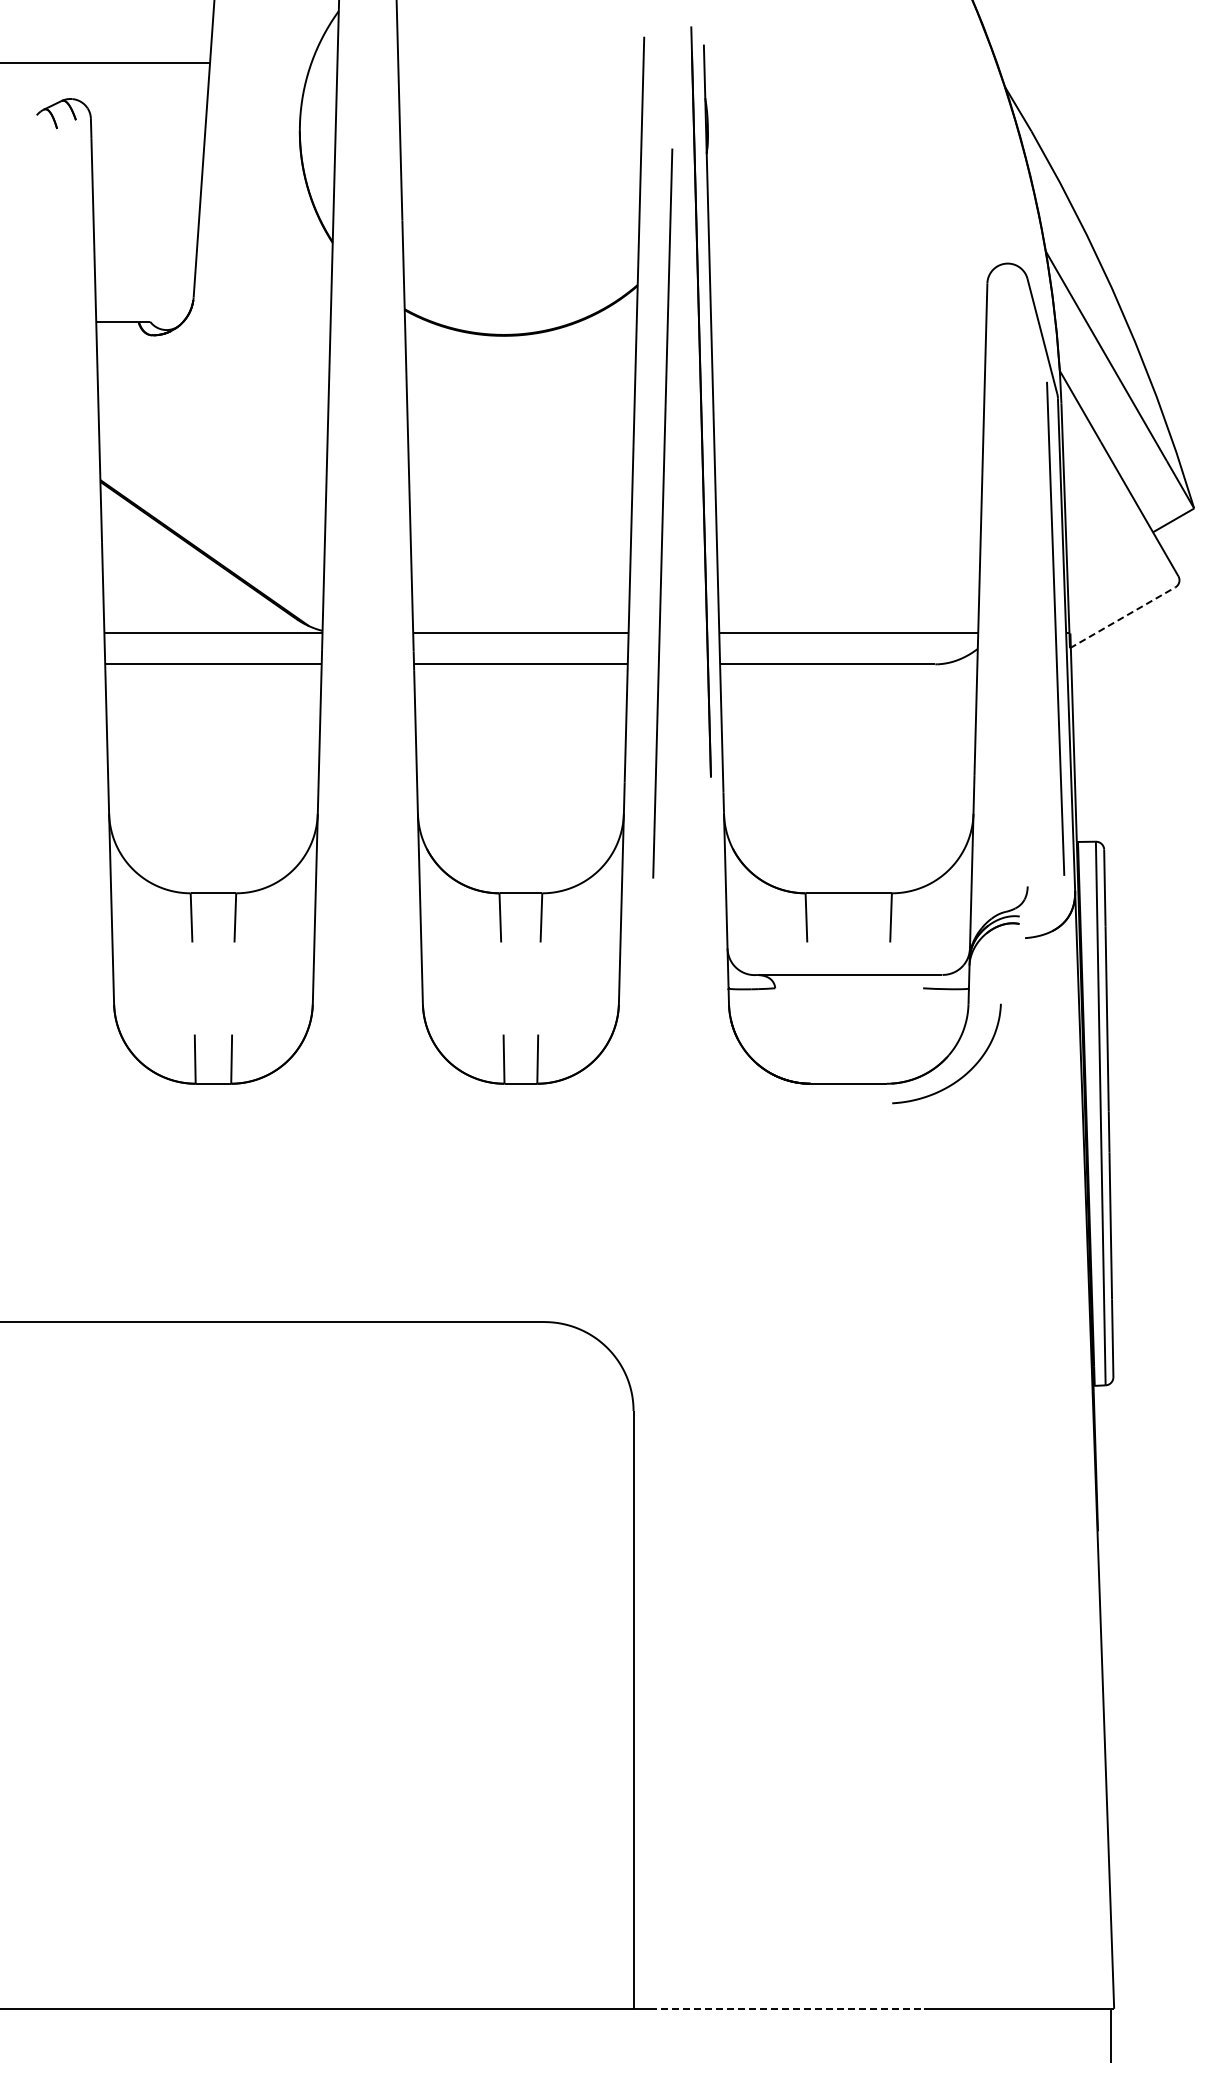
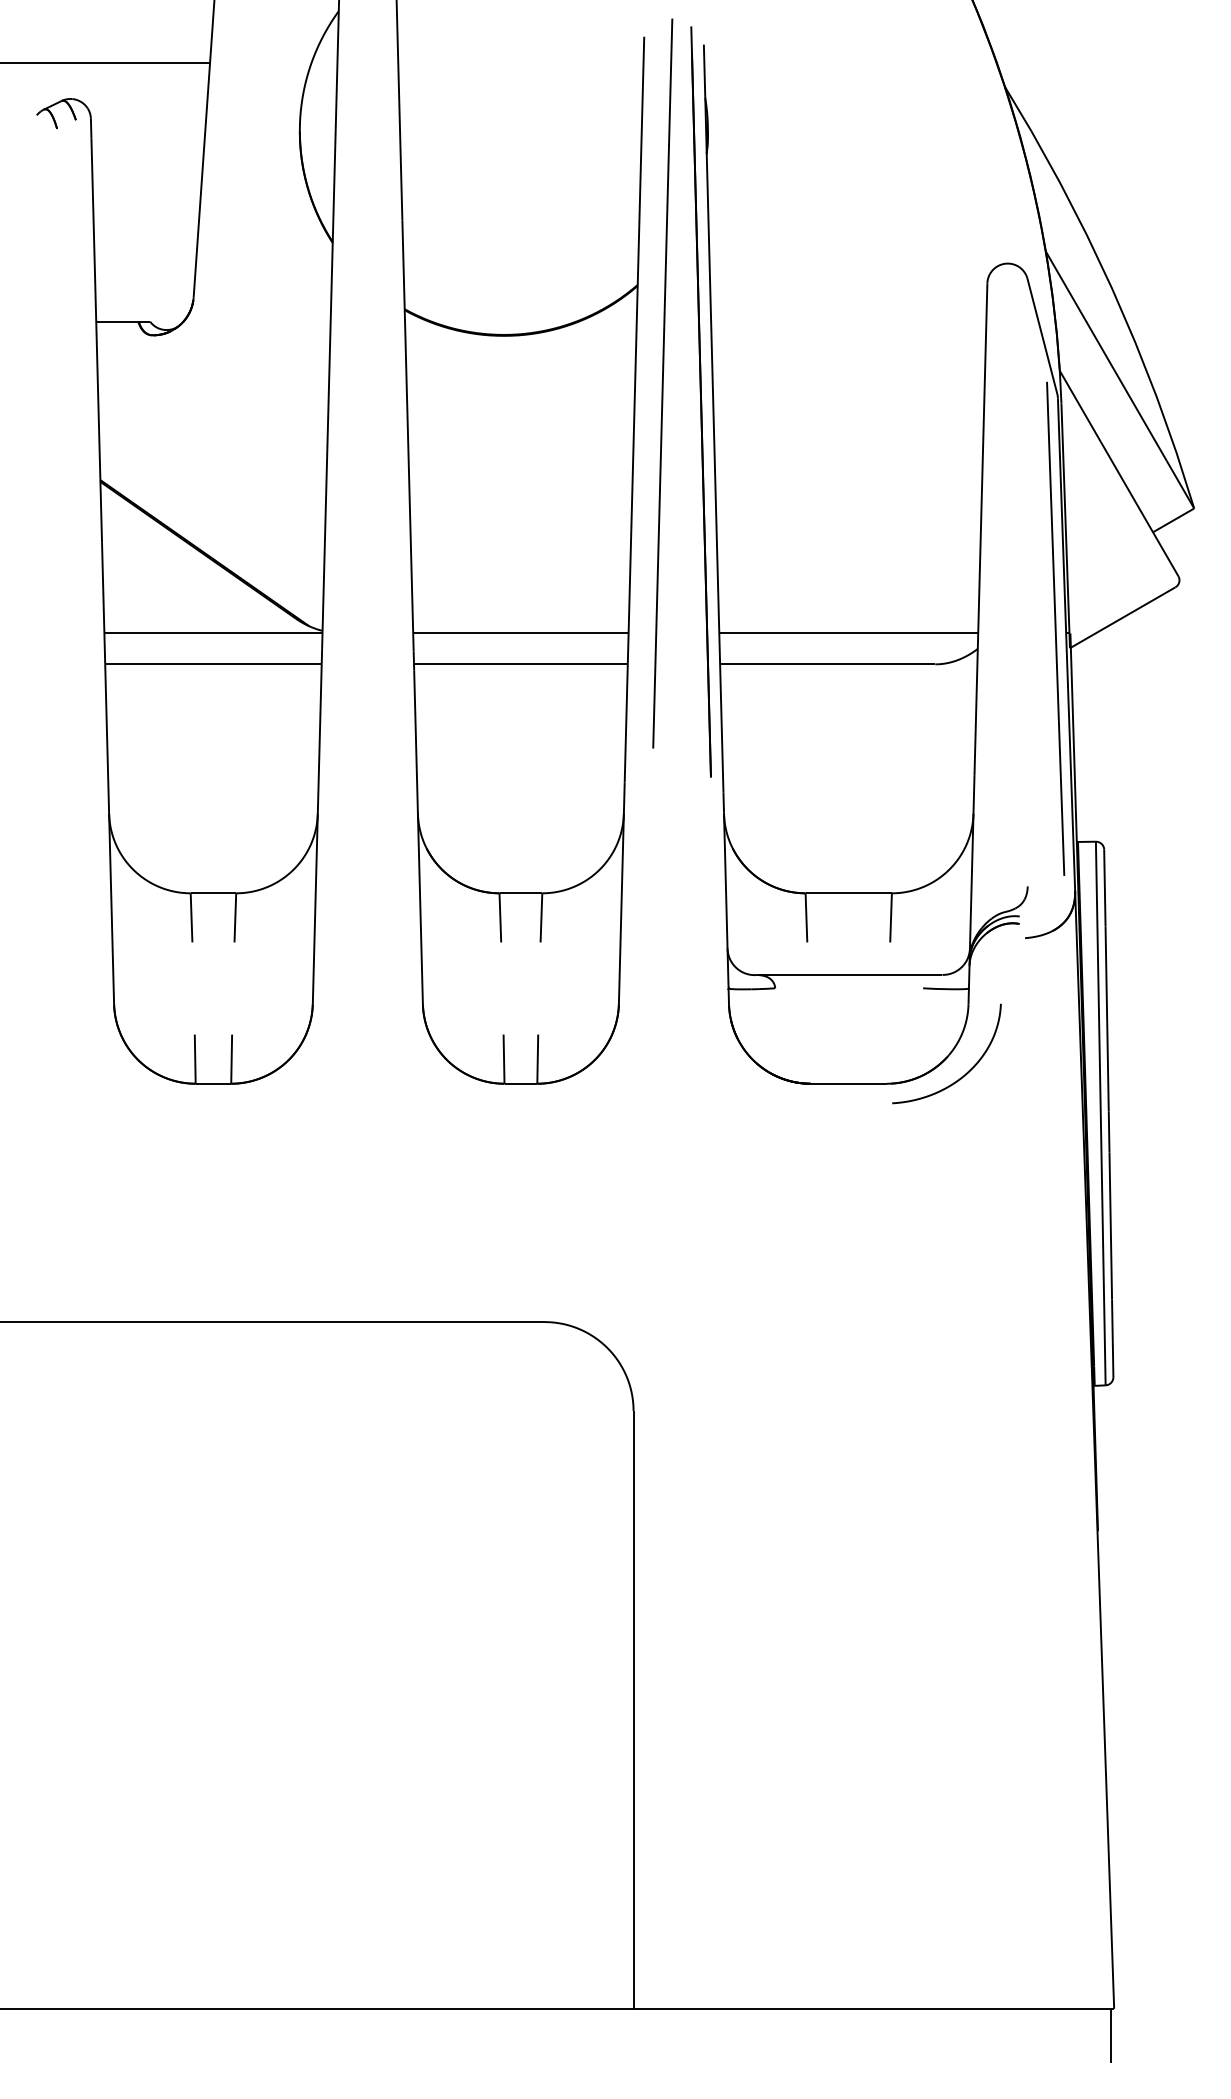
line at (662, 513) position: (662, 513) -> (662, 383)
line at (1122, 617): dashed -> solid
line at (786, 2008): dashed -> solid
